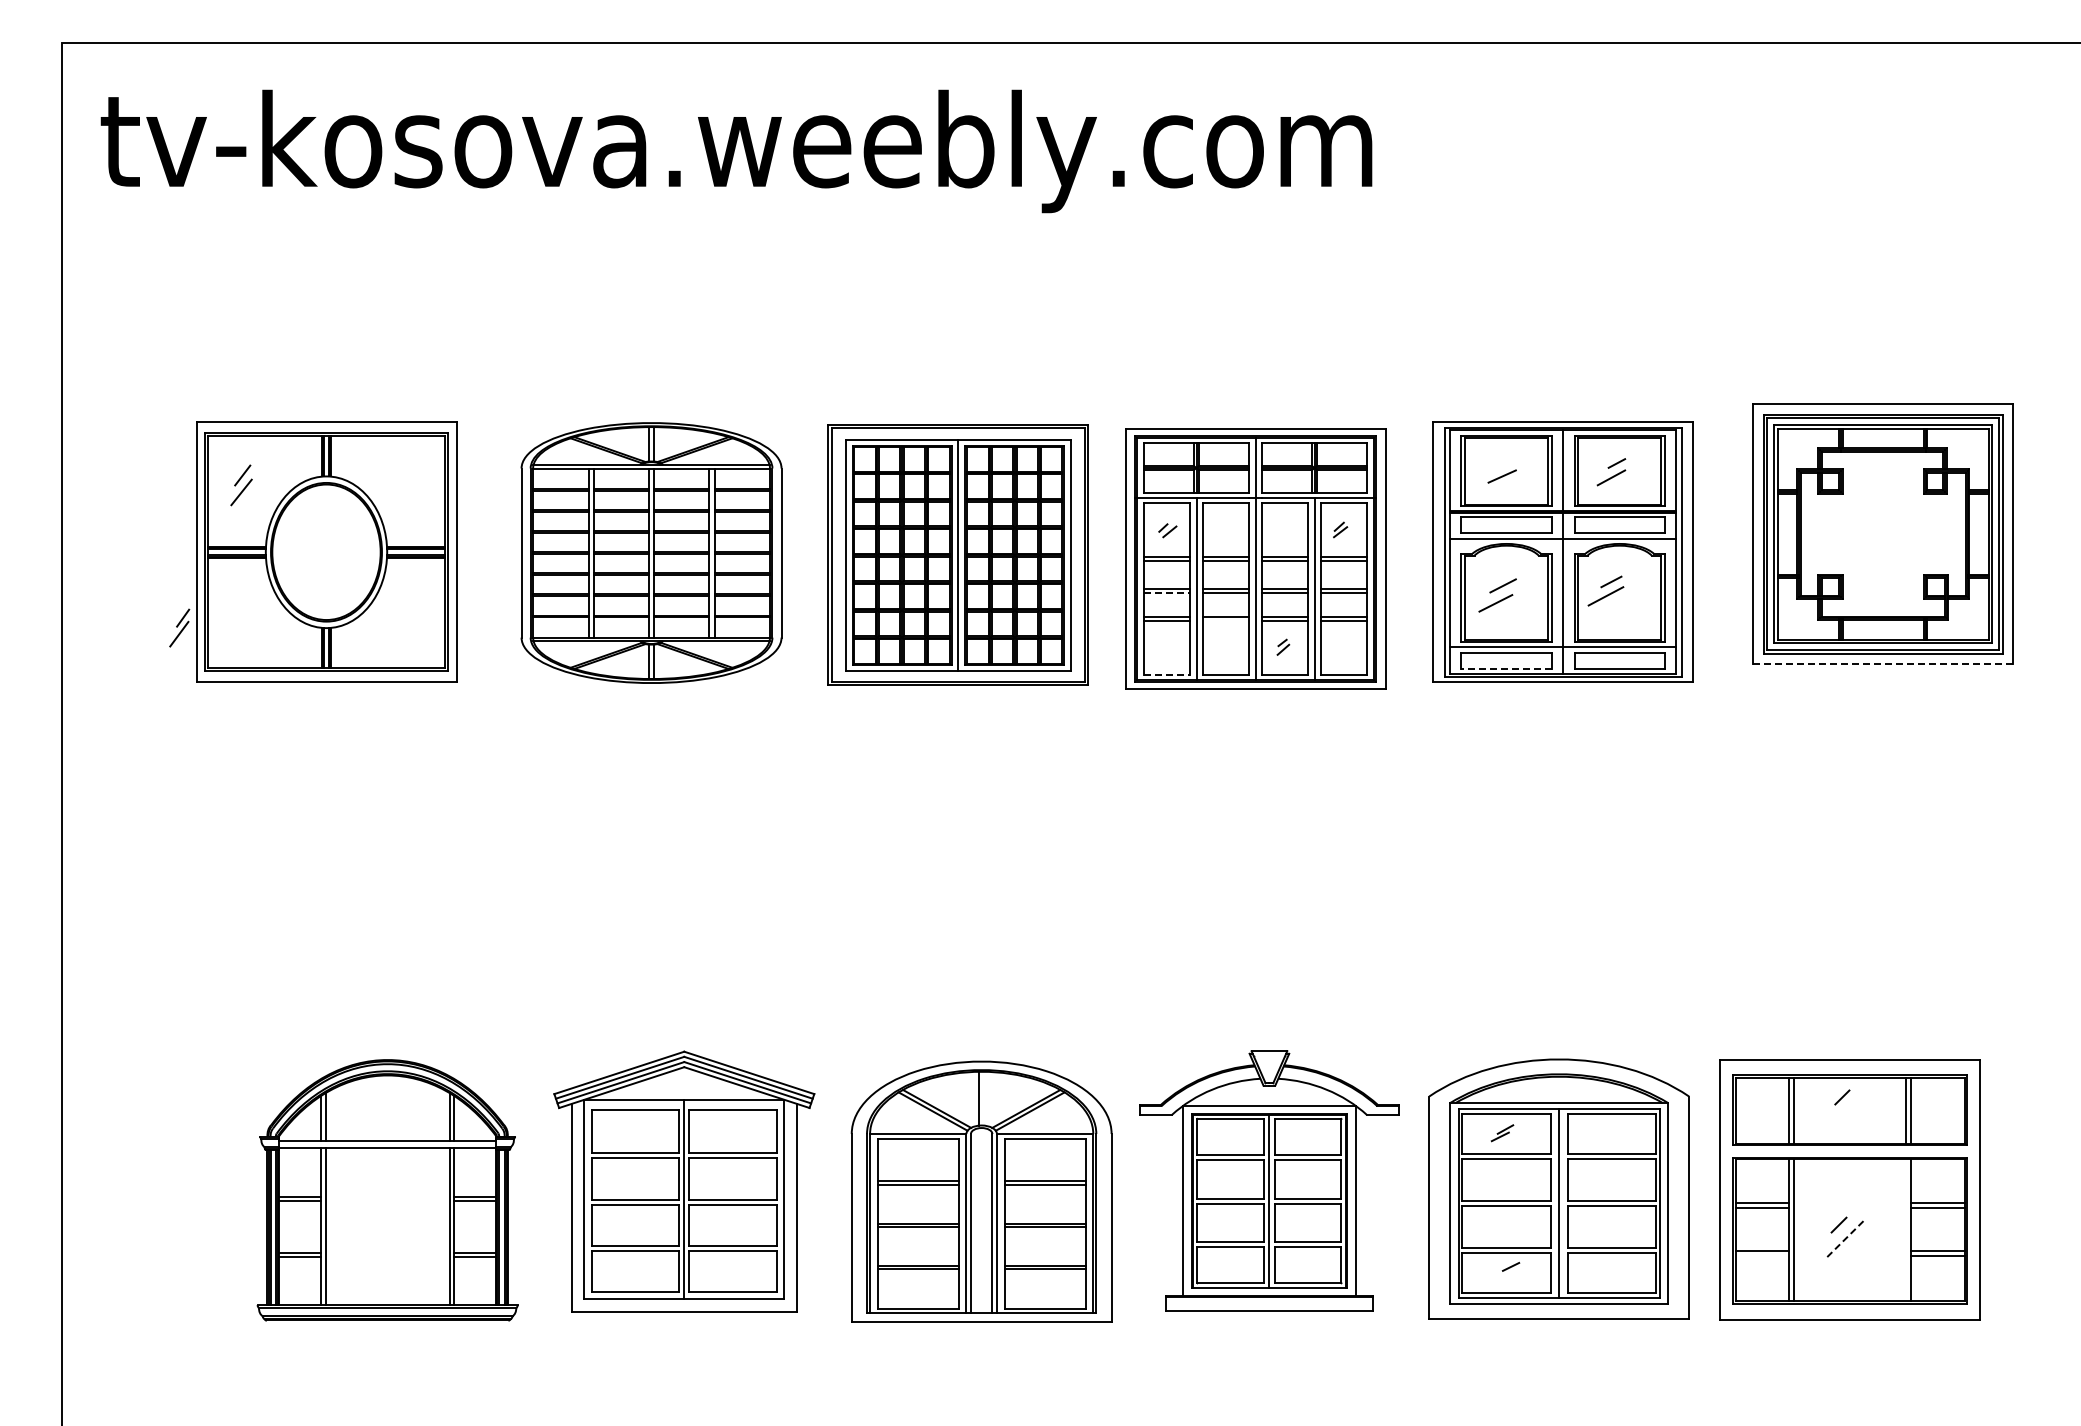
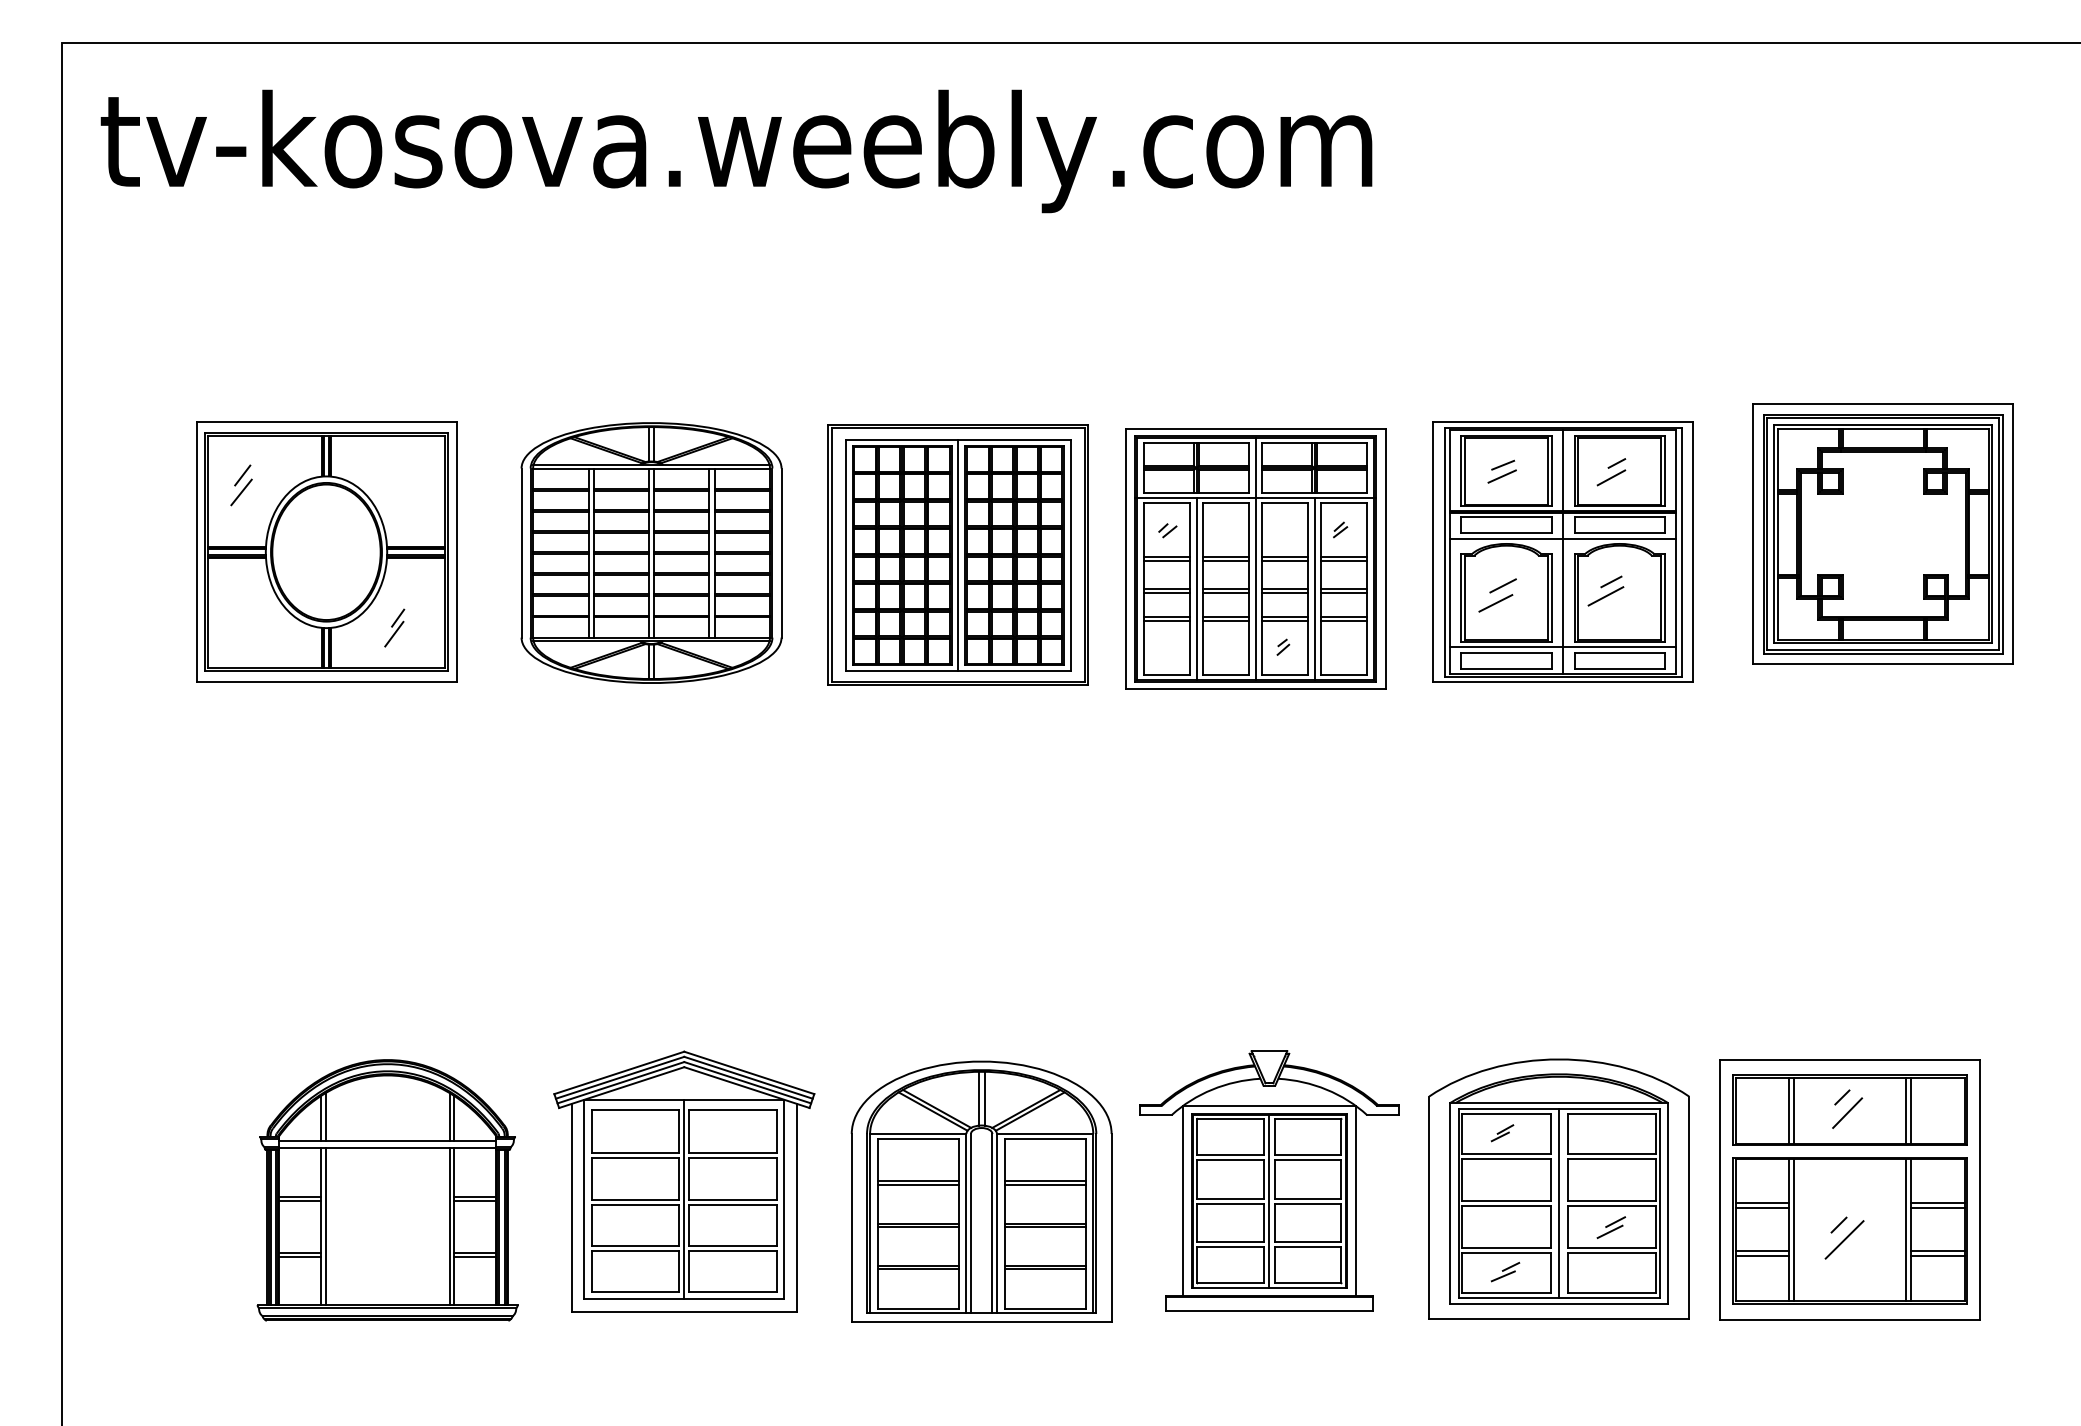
line at (1503, 464): none -> present
line at (1166, 593): dashed -> solid
line at (1226, 621): none -> present
part at (179, 627) position: (179, 627) -> (394, 627)
line at (1883, 664): dashed -> solid
line at (1506, 668): dashed -> solid
line at (1166, 674): dashed -> solid
line at (984, 1098): none -> present
line at (1847, 1112): none -> present
part at (1611, 1227): none -> present
line at (1906, 1230): none -> present
line at (1844, 1239): dashed -> solid
line at (1762, 1255): none -> present
line at (1502, 1276): none -> present
